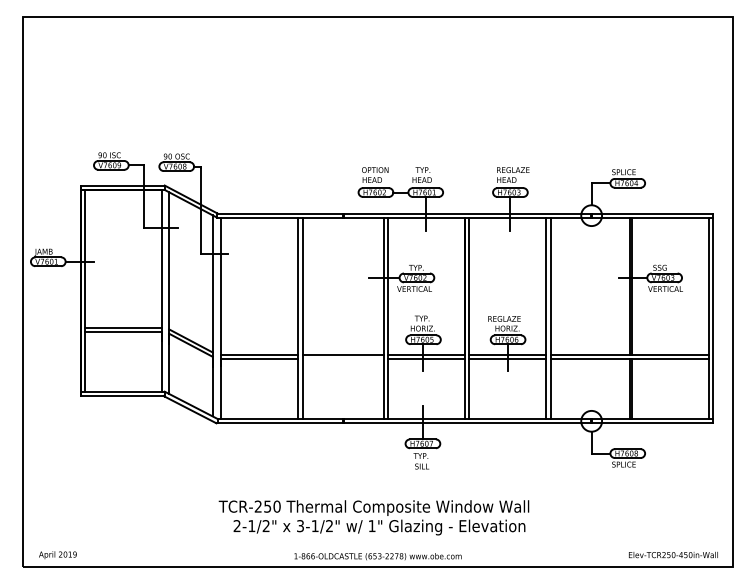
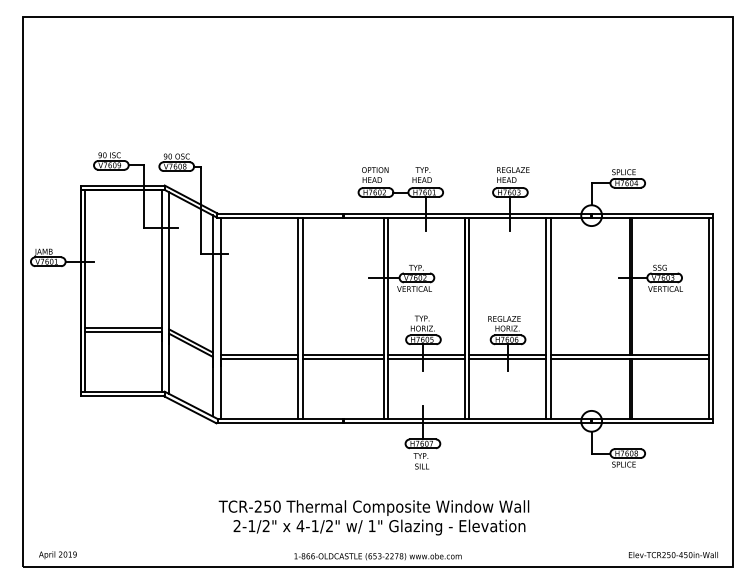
line at (342, 358): none -> present
text at (300, 526): 3-1/2" -> 4-1/2"
